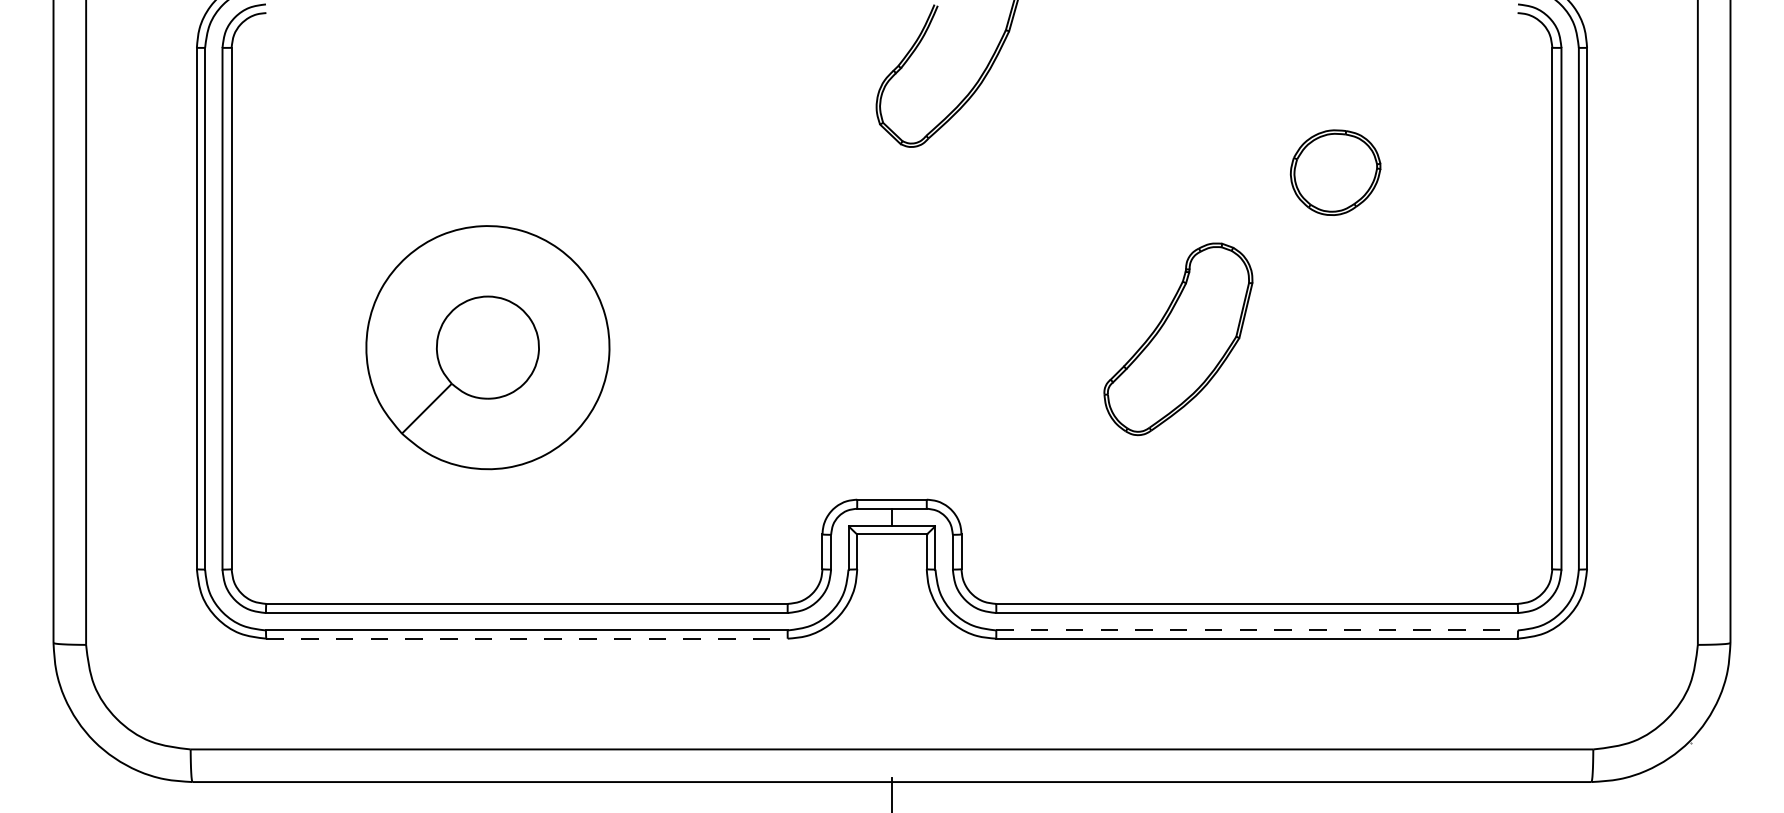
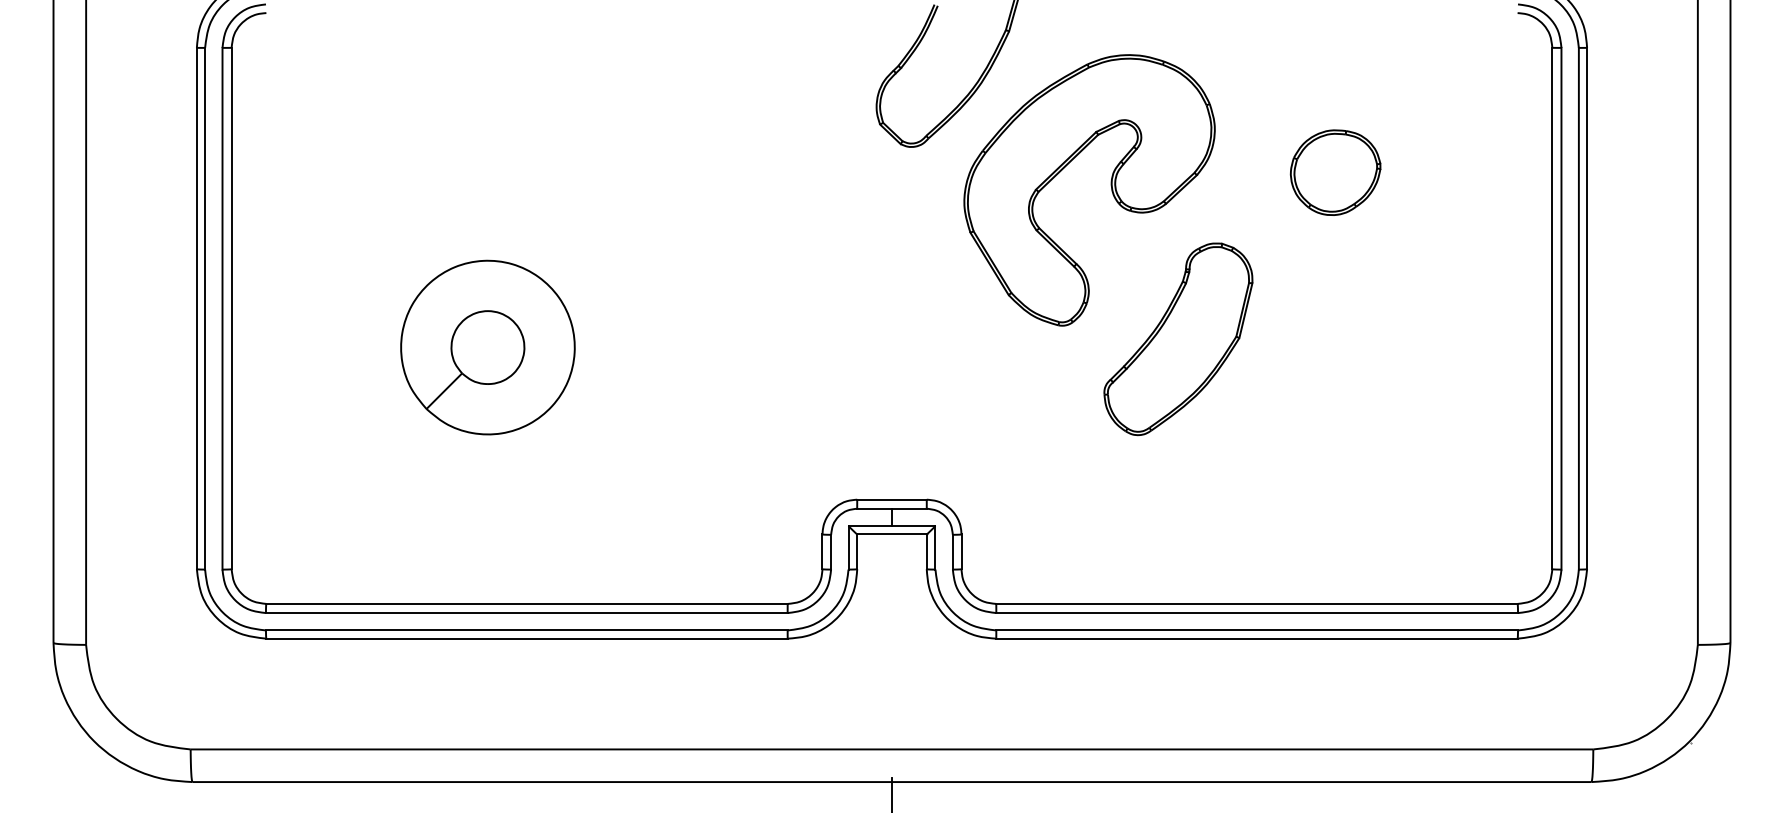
part at (1110, 185): none -> present
part at (487, 347) size: 246x246 px -> 176x177 px
line at (1257, 630): dashed -> solid
line at (527, 638): dashed -> solid
